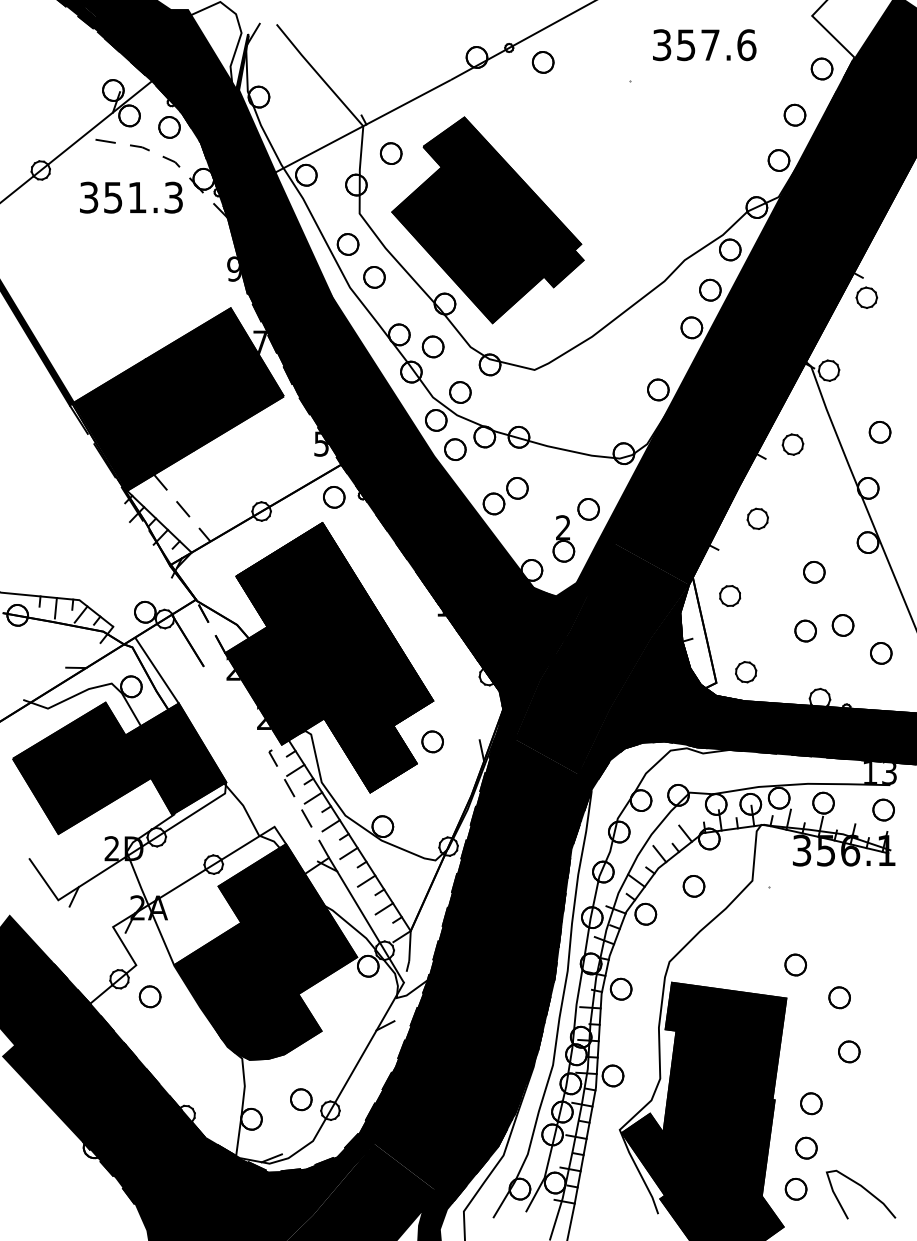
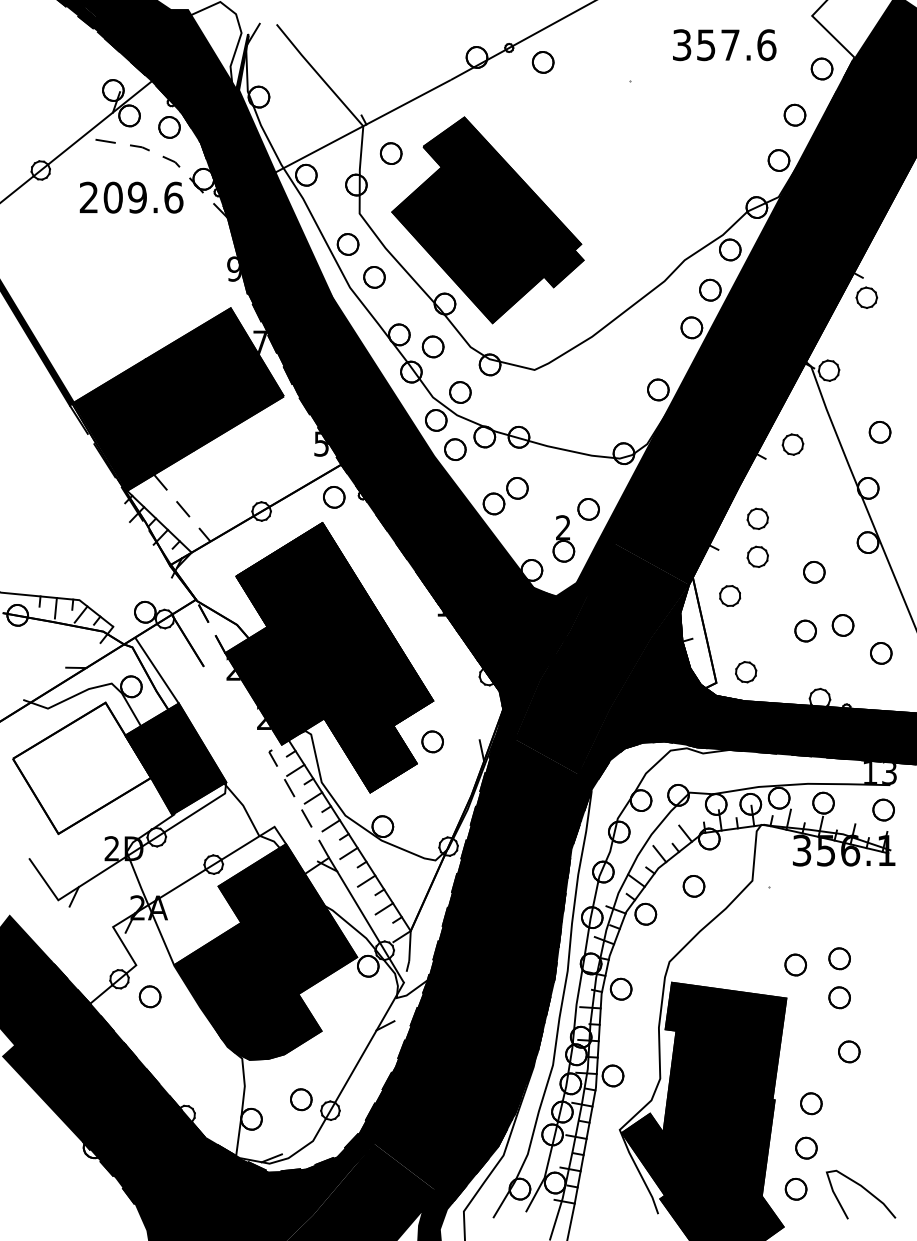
text at (704, 45) position: (704, 45) -> (724, 45)
text at (131, 197): 351.3 -> 209.6
part at (757, 556): none -> present
fill at (81, 767): present -> none
part at (839, 958): none -> present
